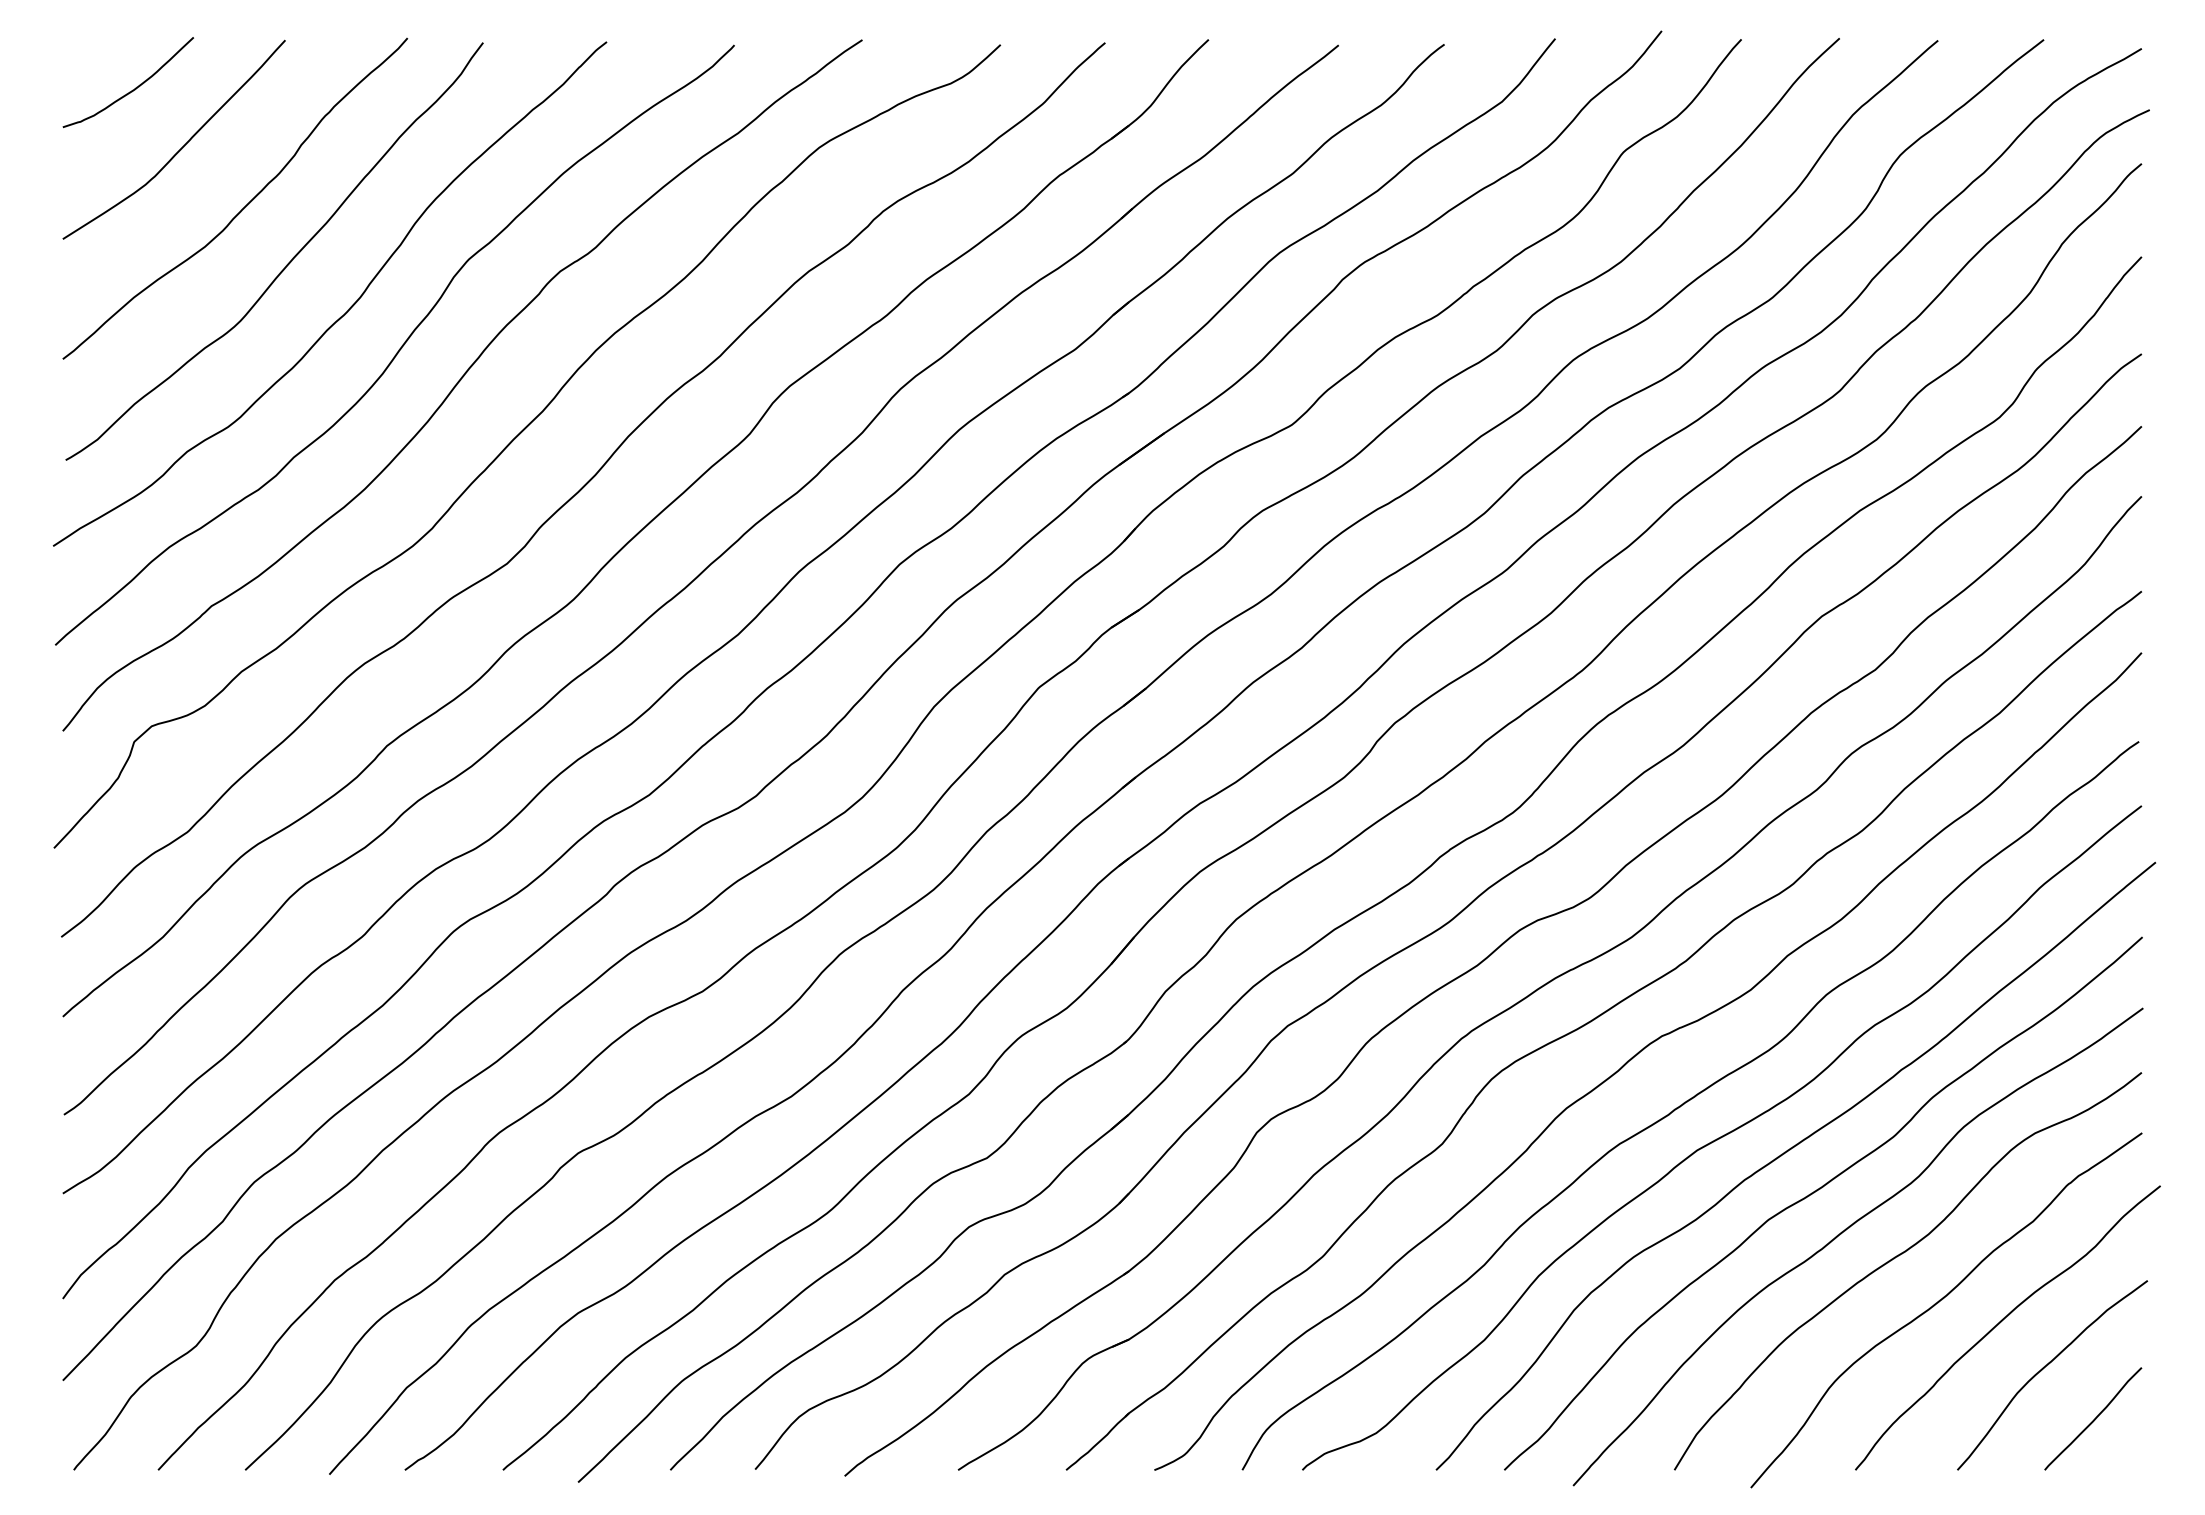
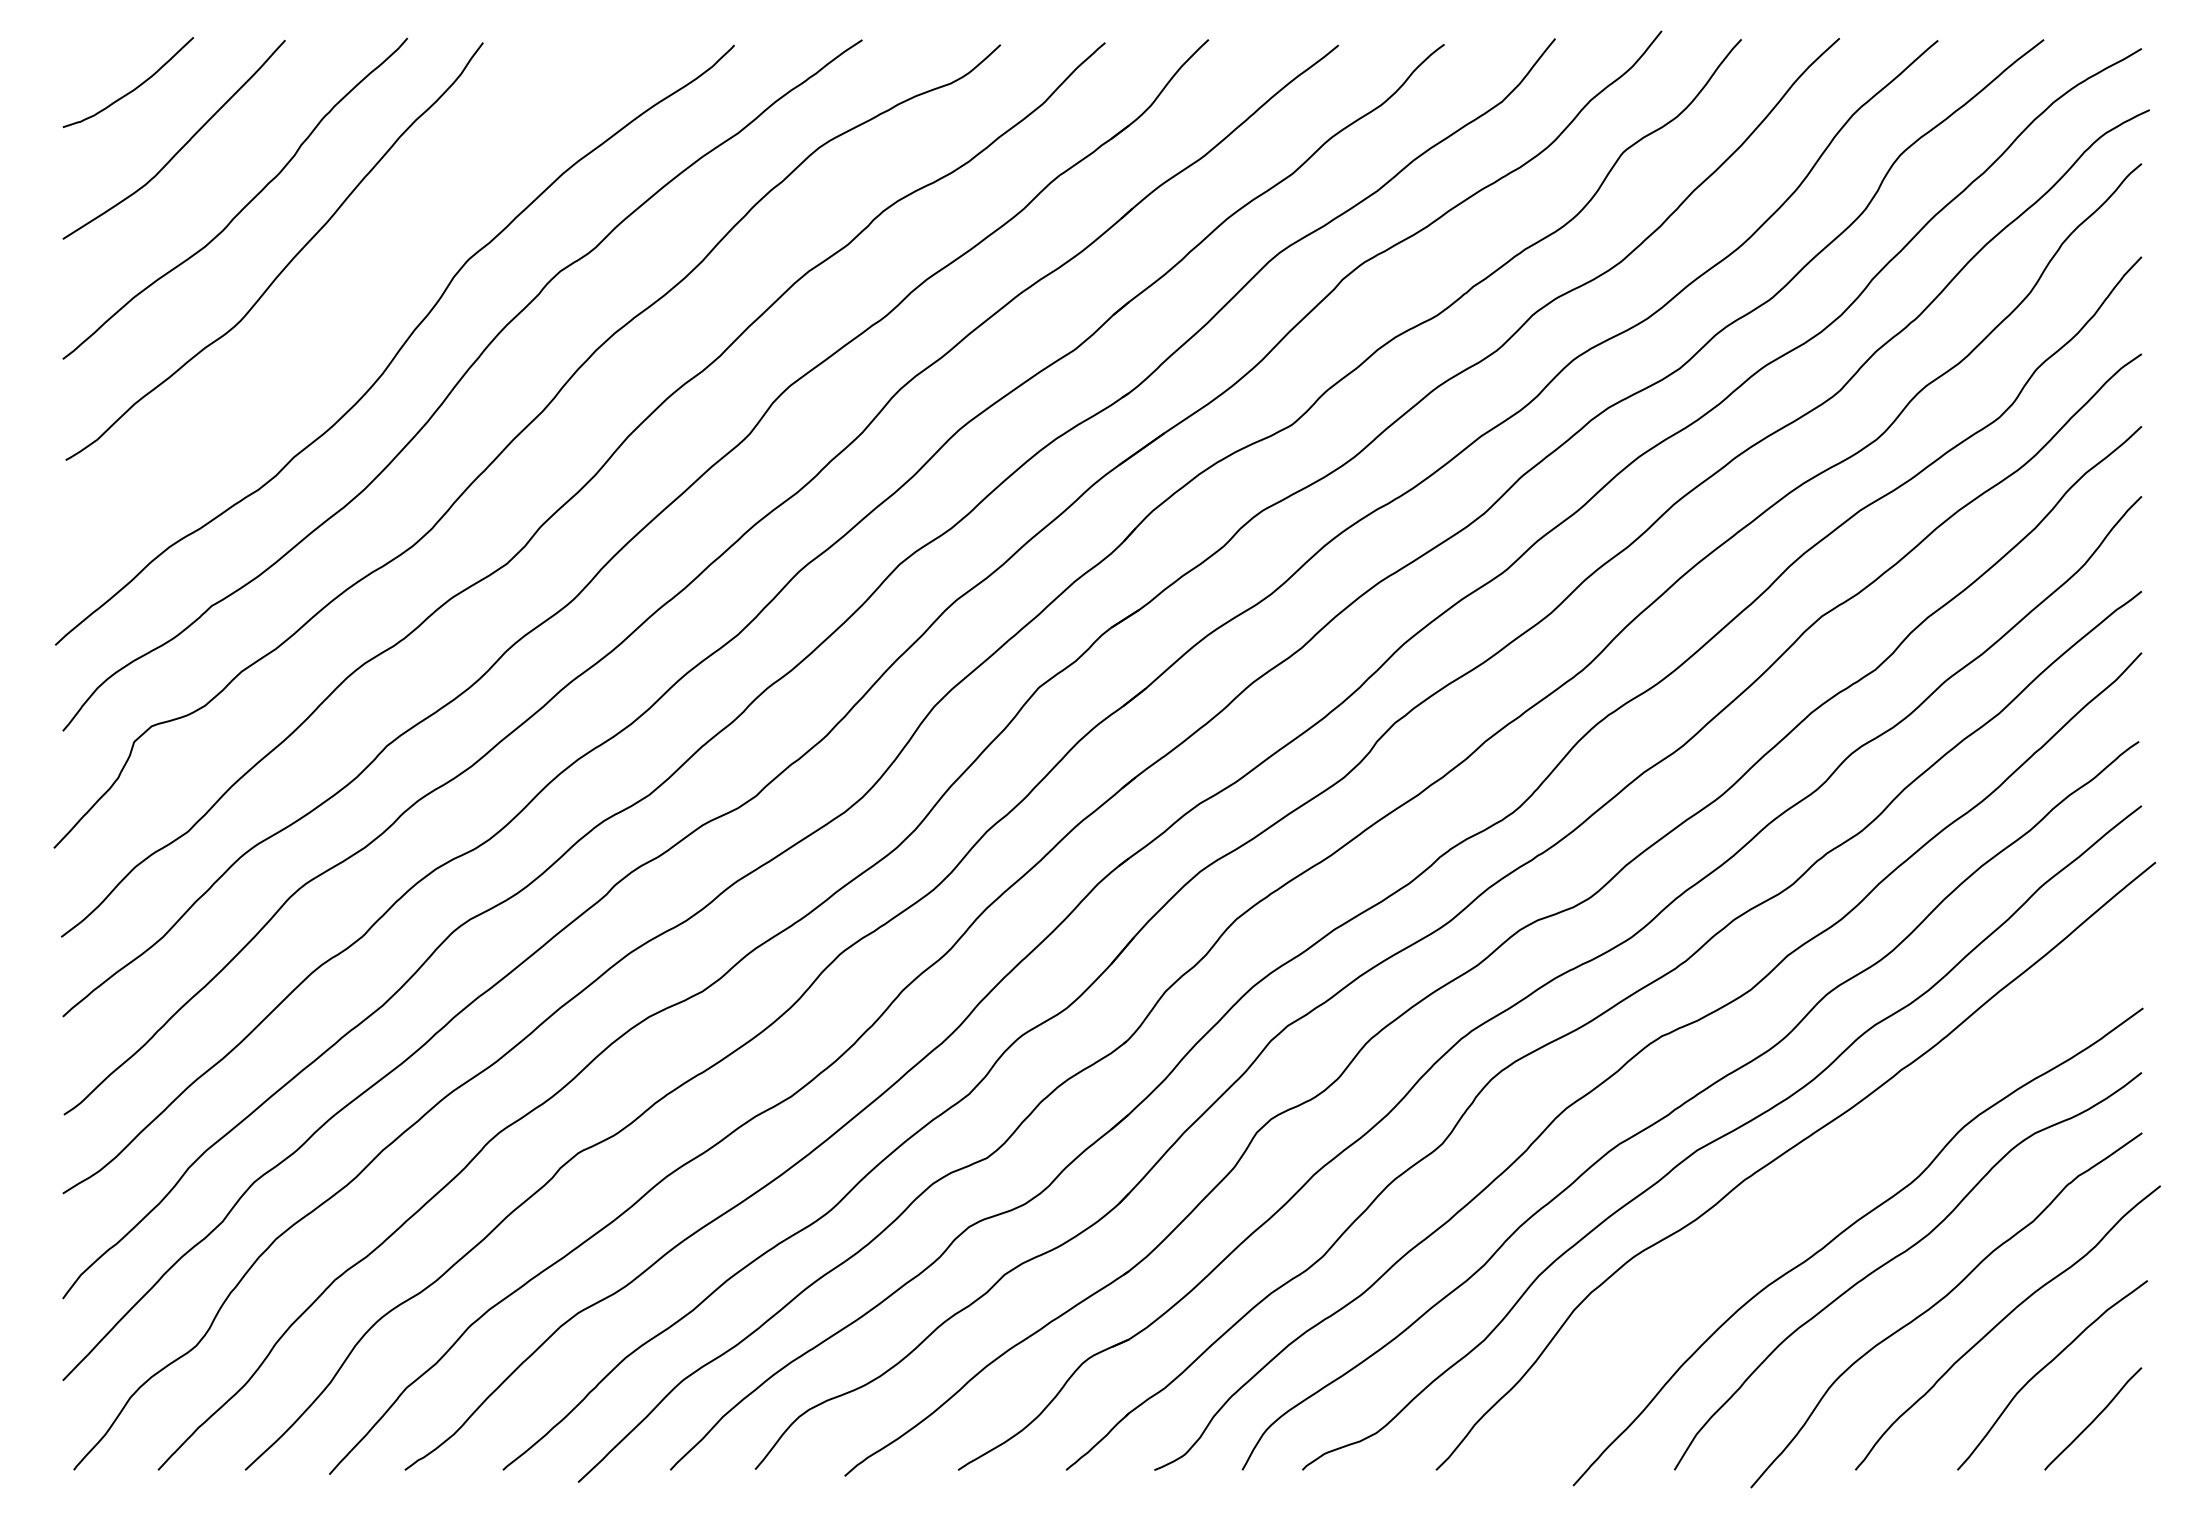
curve at (349, 307): present -> none
curve at (1817, 1191): present -> none
